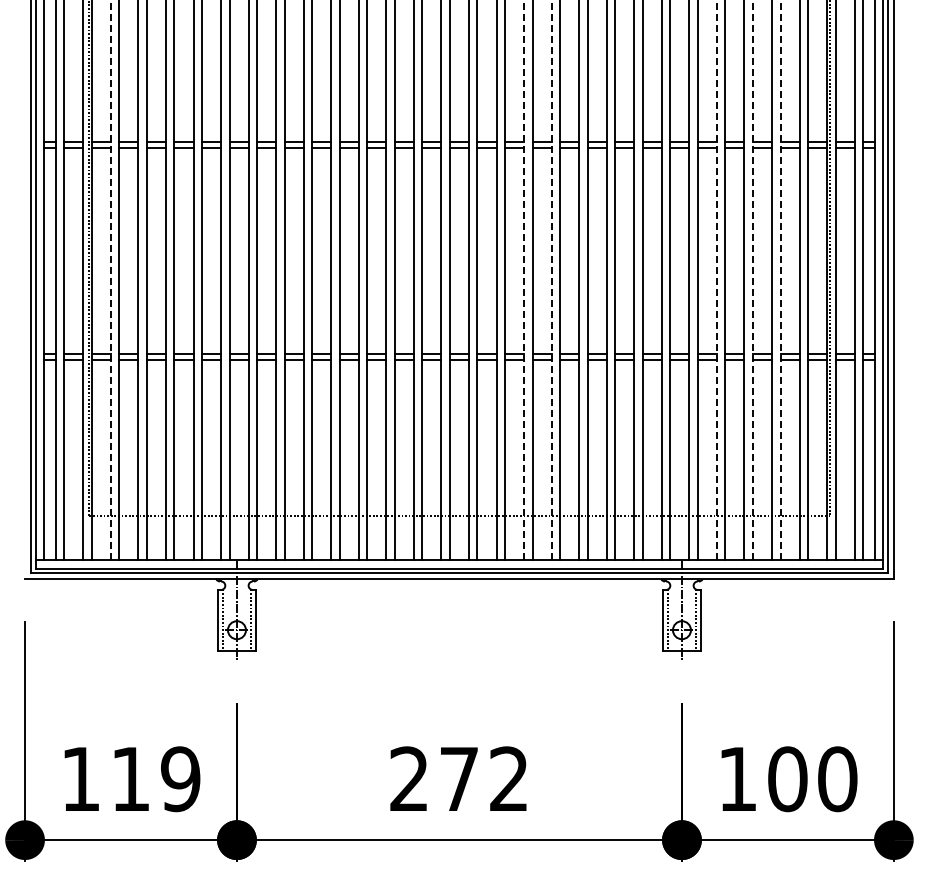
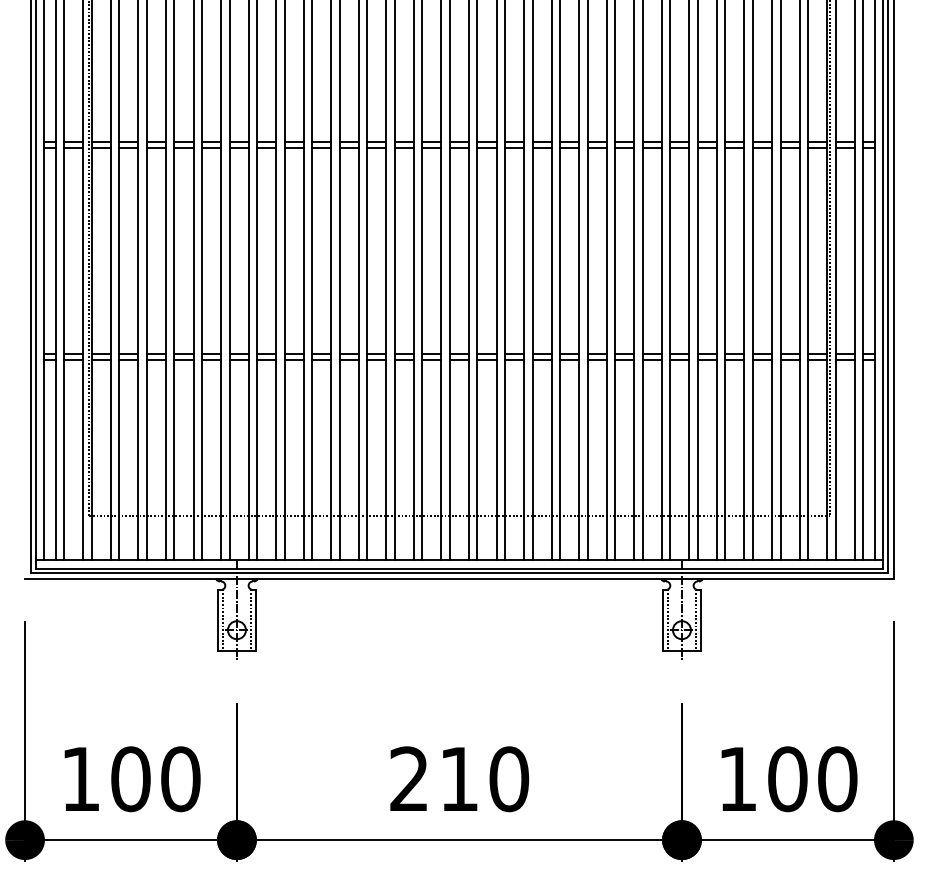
line at (110, 280): dashed -> solid
line at (524, 280): dashed -> solid
line at (551, 280): dashed -> solid
line at (716, 280): dashed -> solid
line at (752, 280): dashed -> solid
line at (780, 280): dashed -> solid
text at (155, 779): 119 -> 100
text at (485, 779): 272 -> 210
